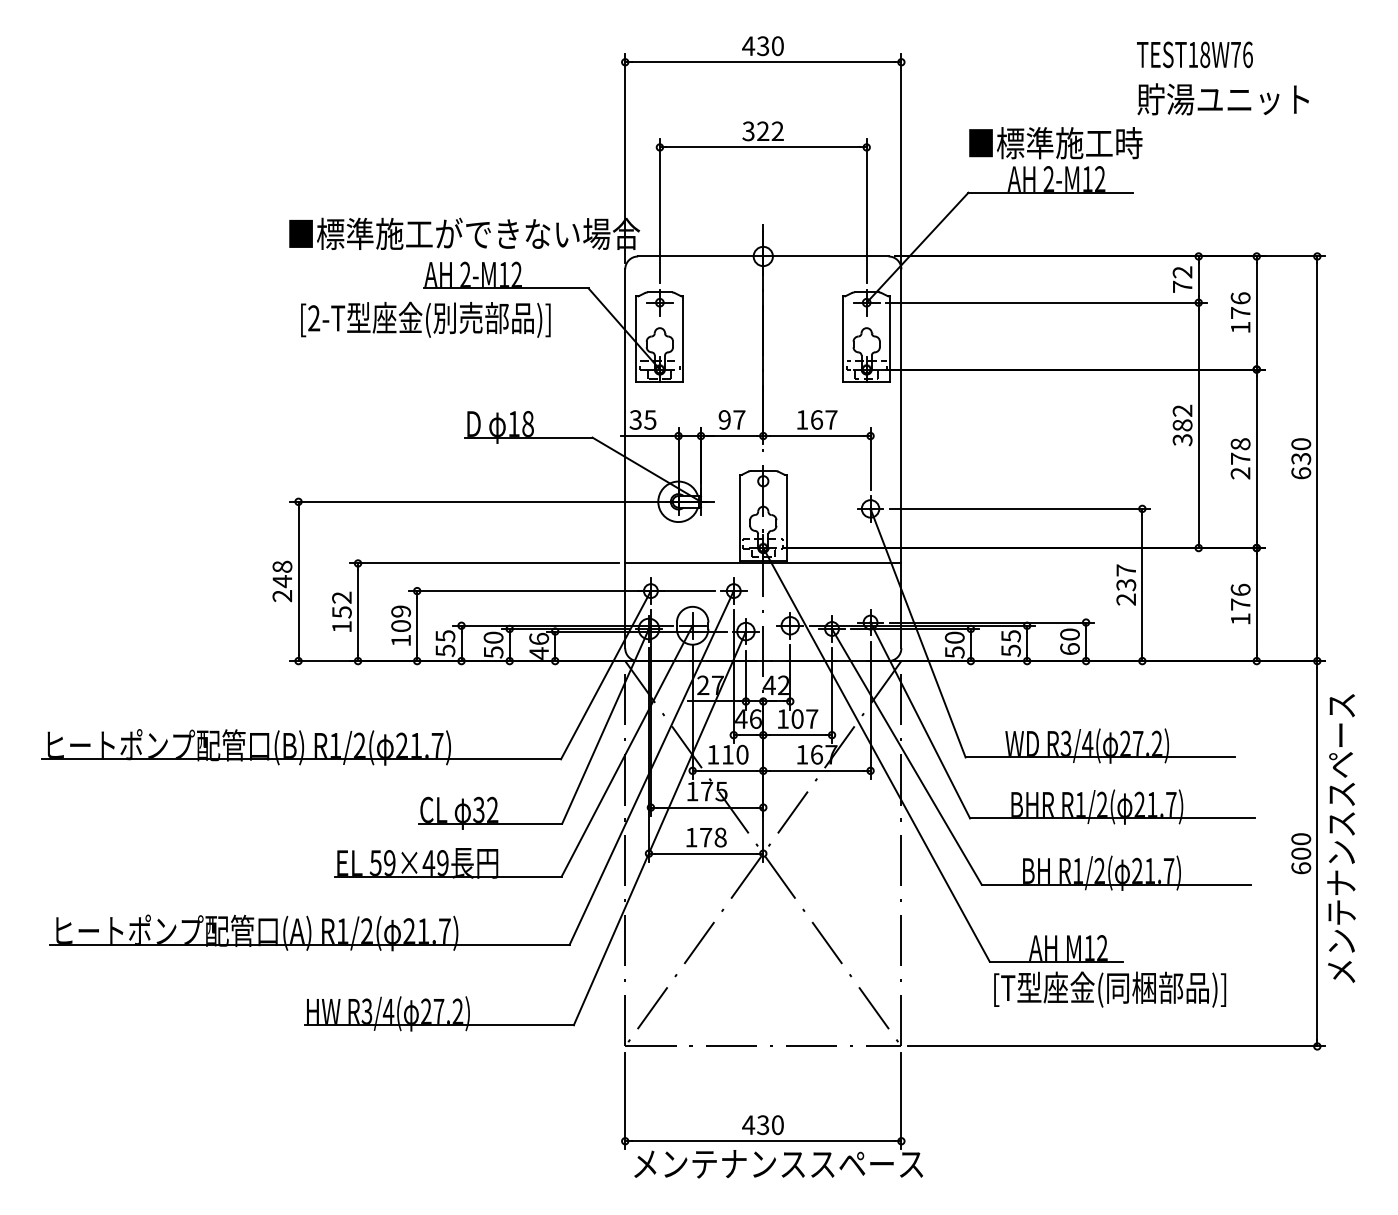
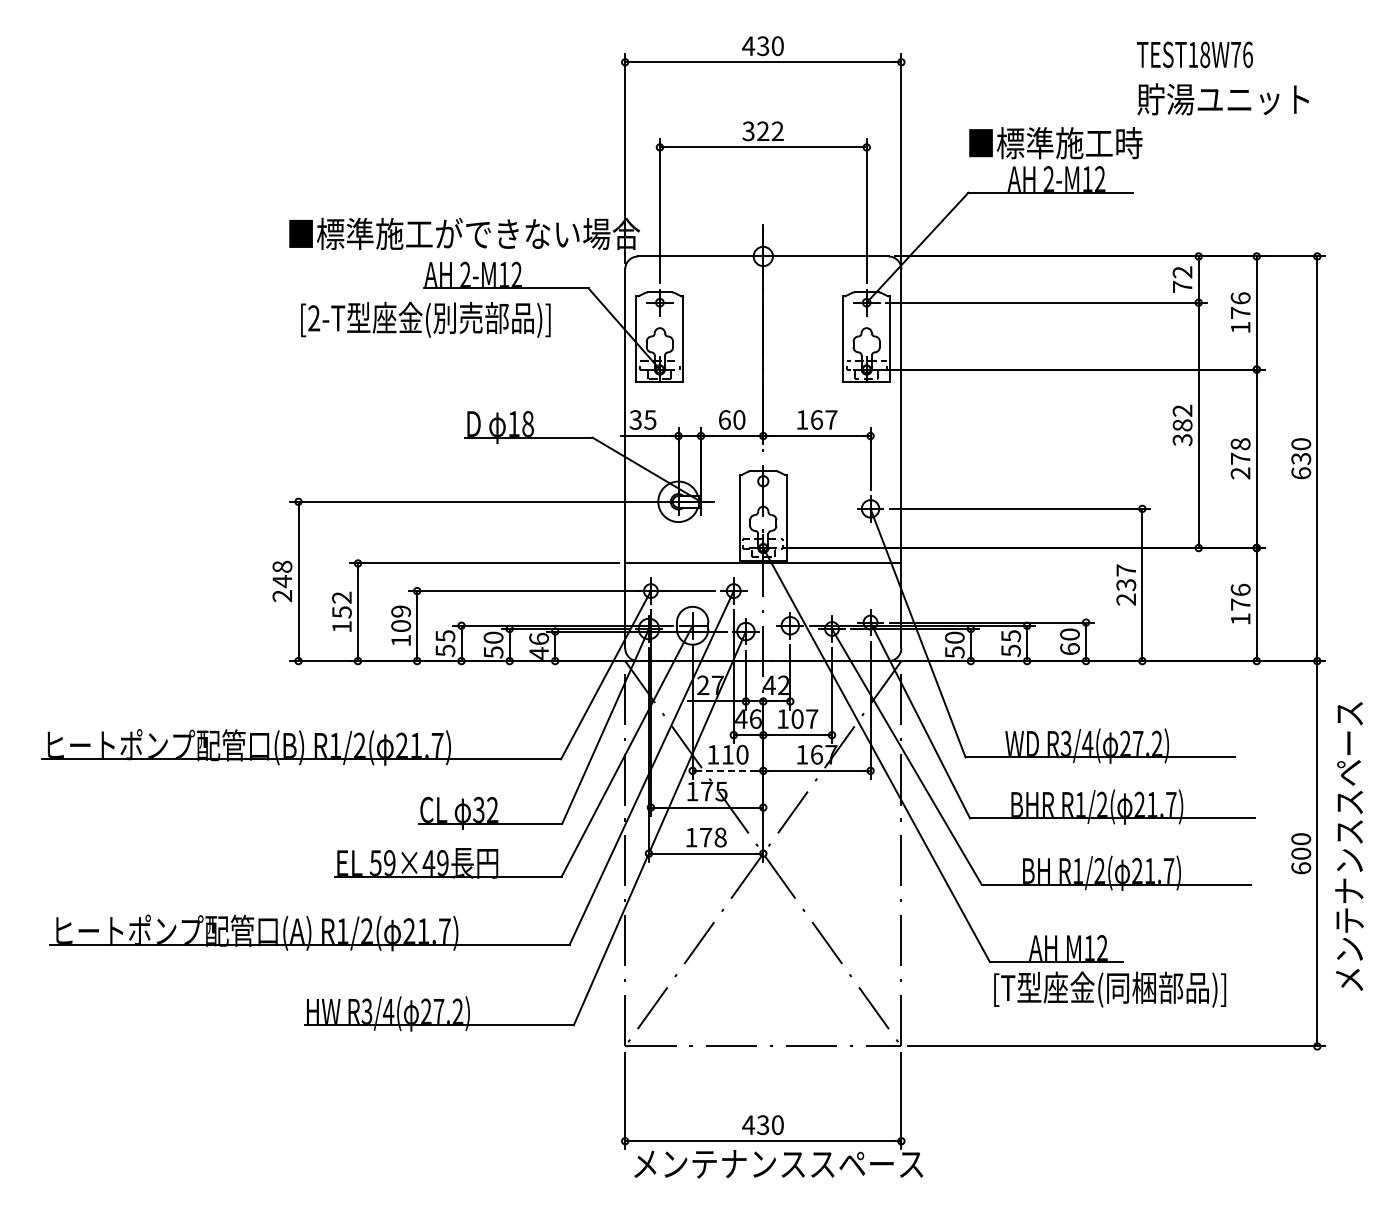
text at (731, 419): 97 -> 60
line at (727, 770): solid -> dashed
text at (1341, 838) position: (1341, 838) -> (1349, 846)
